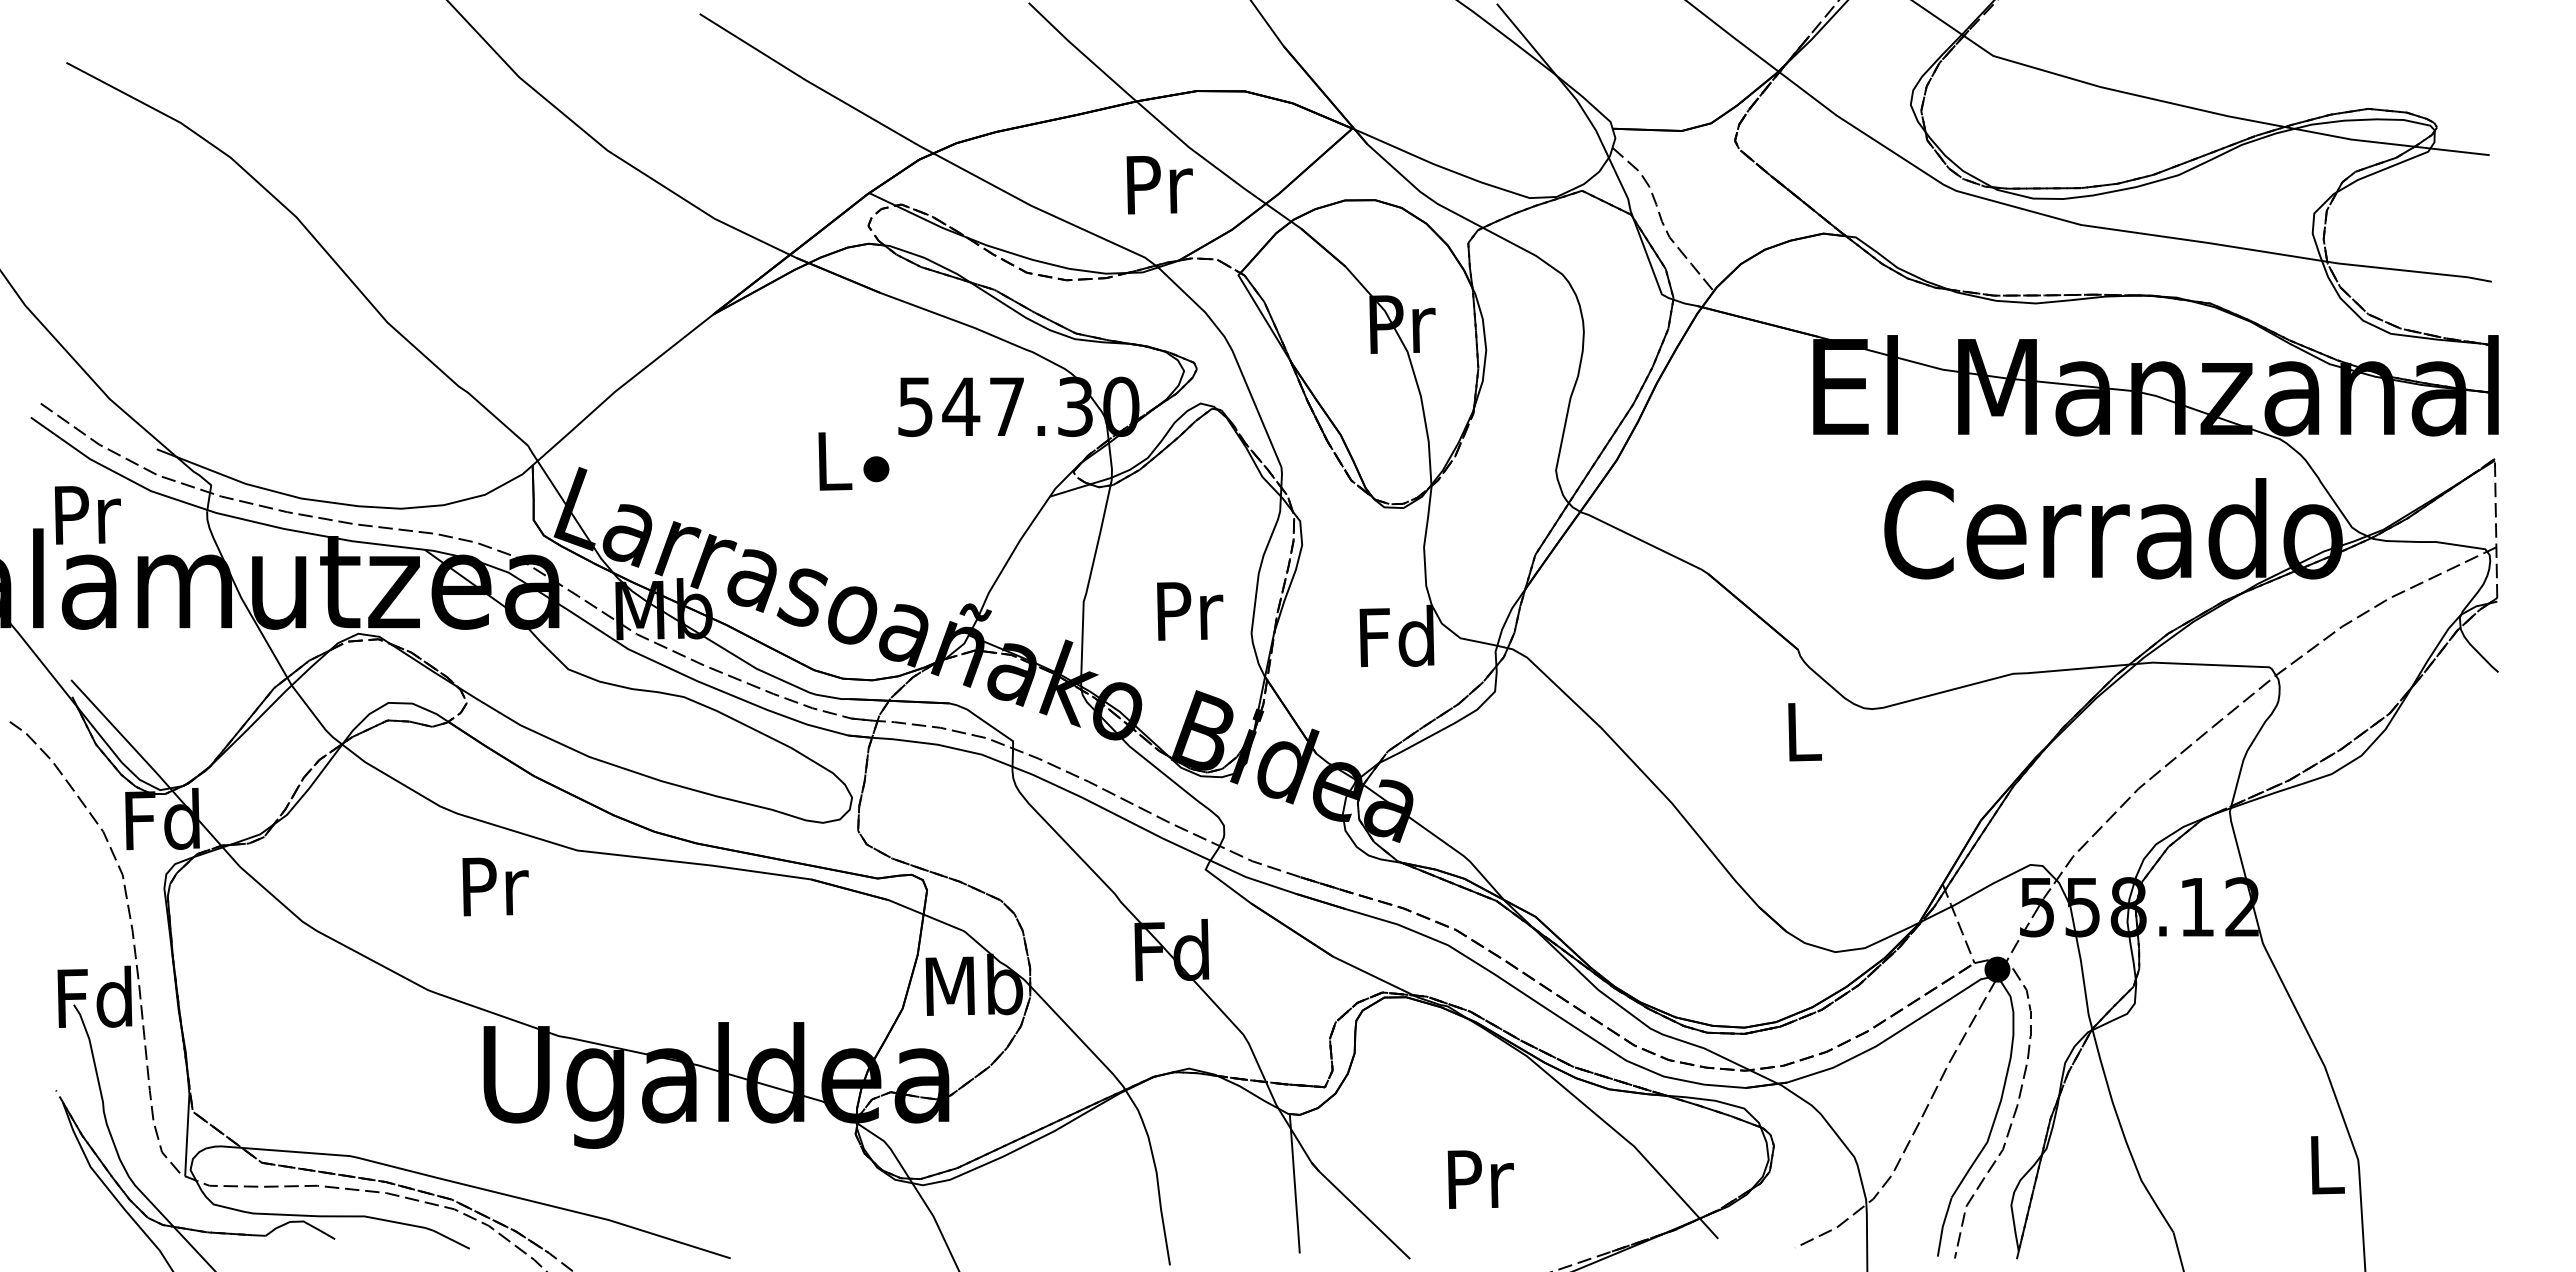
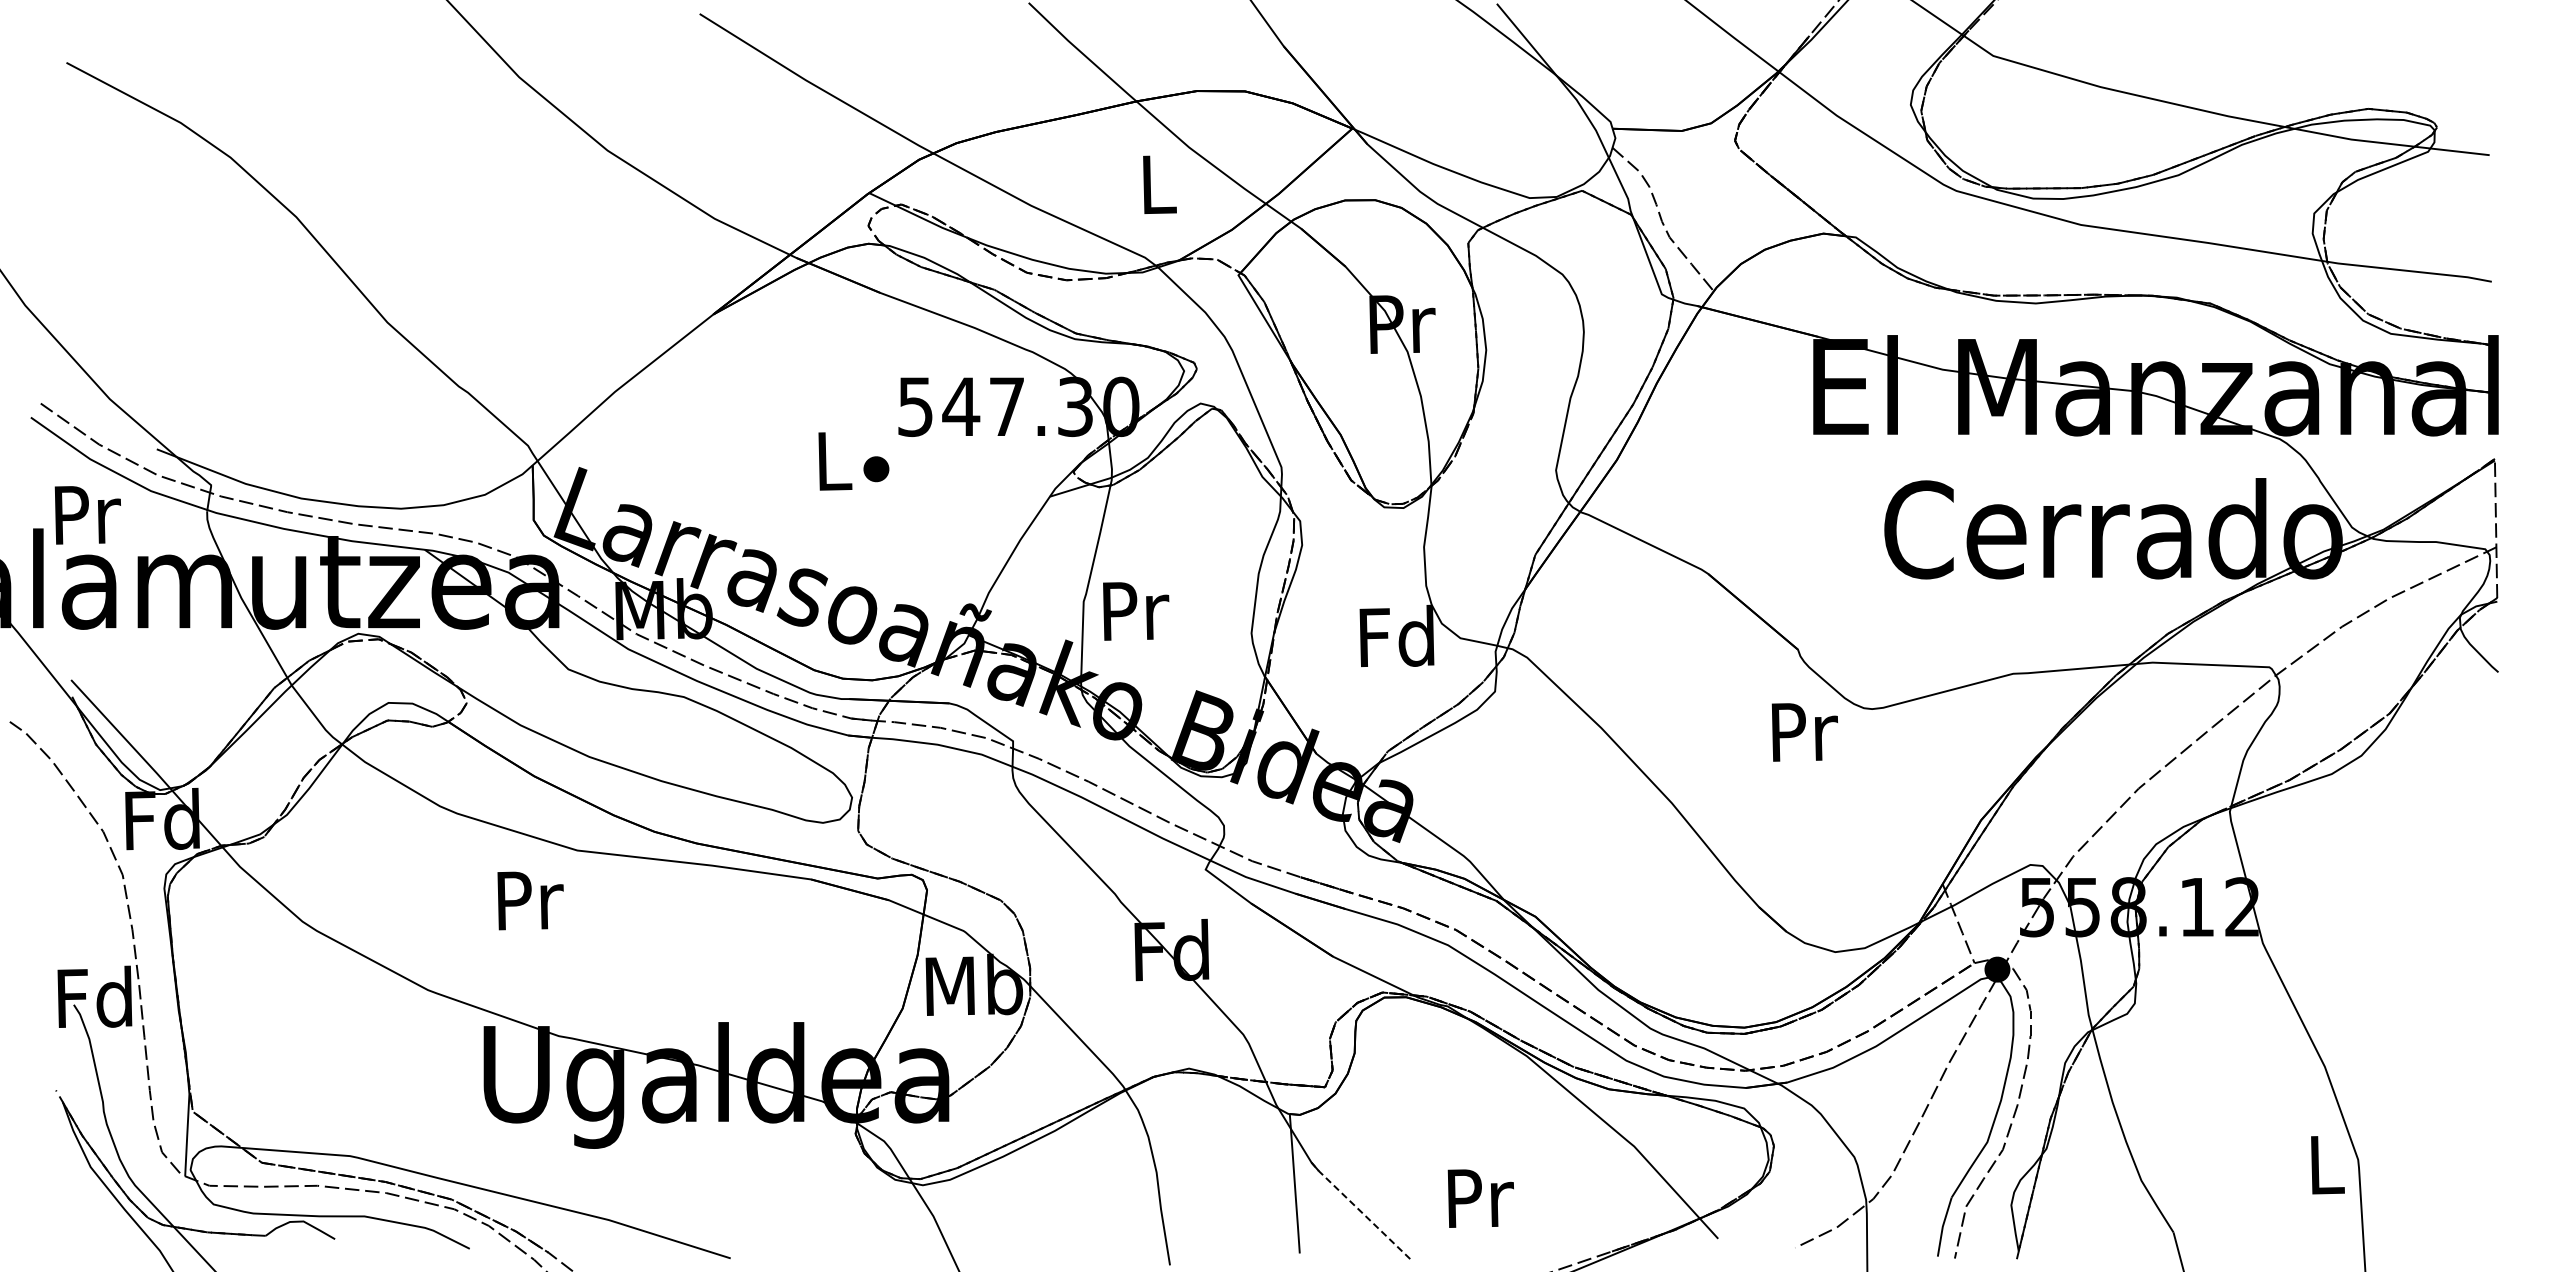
text at (1159, 184): Pr -> L
text at (1190, 611) position: (1190, 611) -> (1136, 611)
text at (1804, 732): L -> Pr
text at (495, 886) position: (495, 886) -> (530, 900)
text at (1480, 1179) position: (1480, 1179) -> (1480, 1198)
line at (1359, 1210): solid -> dashed
